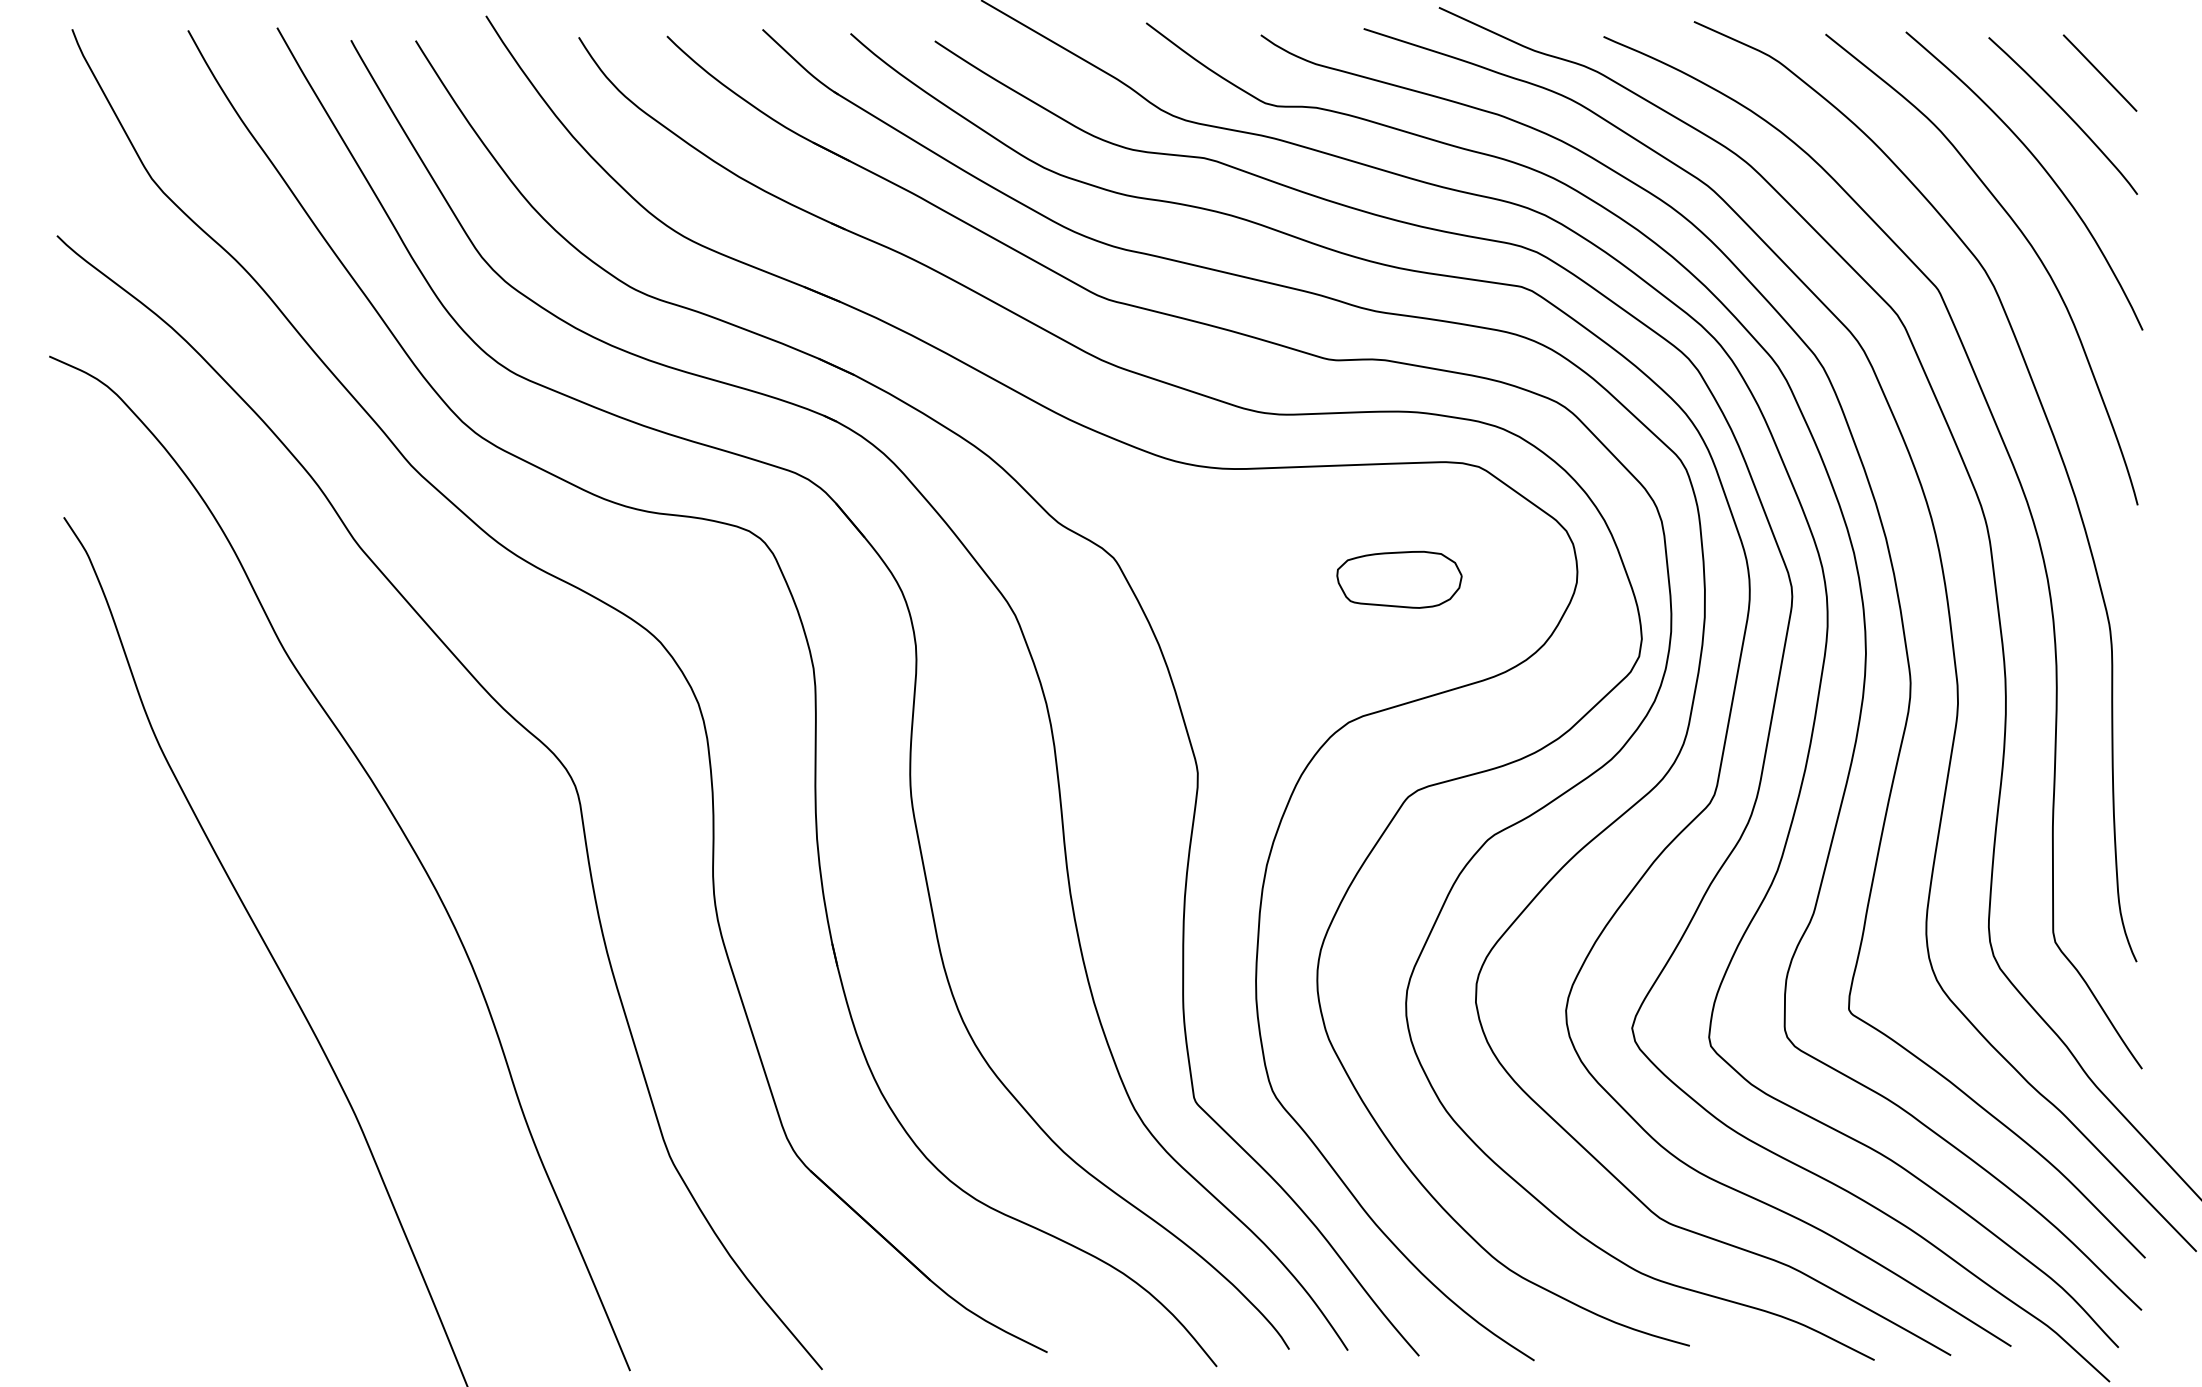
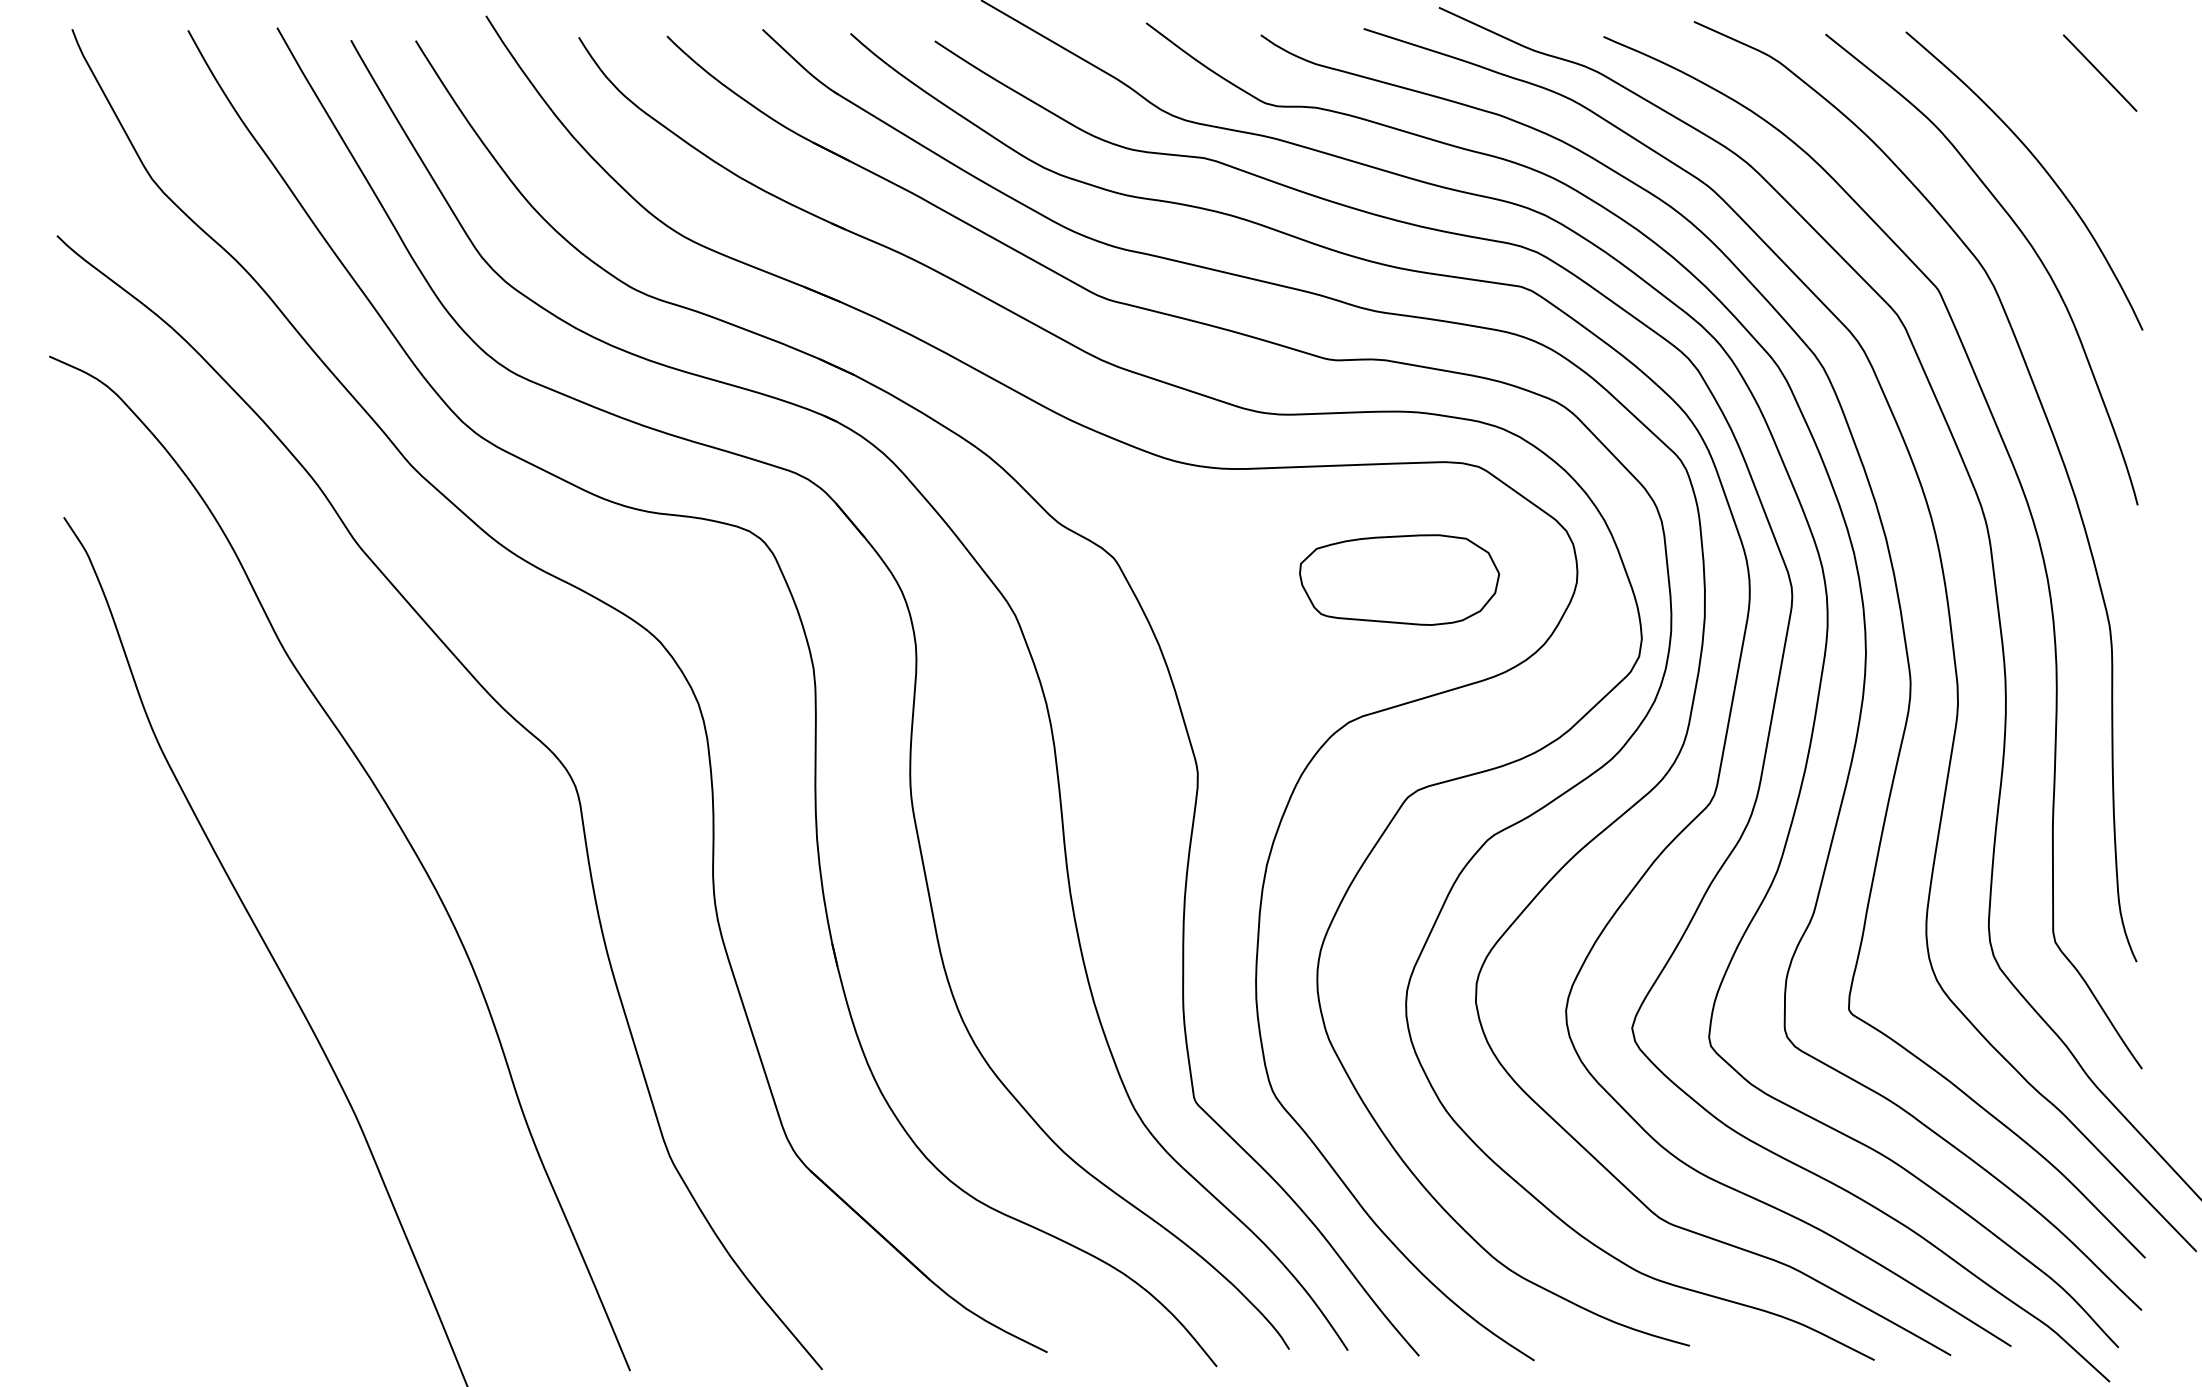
curve at (2065, 113): present -> none
part at (1399, 579) size: 127x59 px -> 202x92 px
